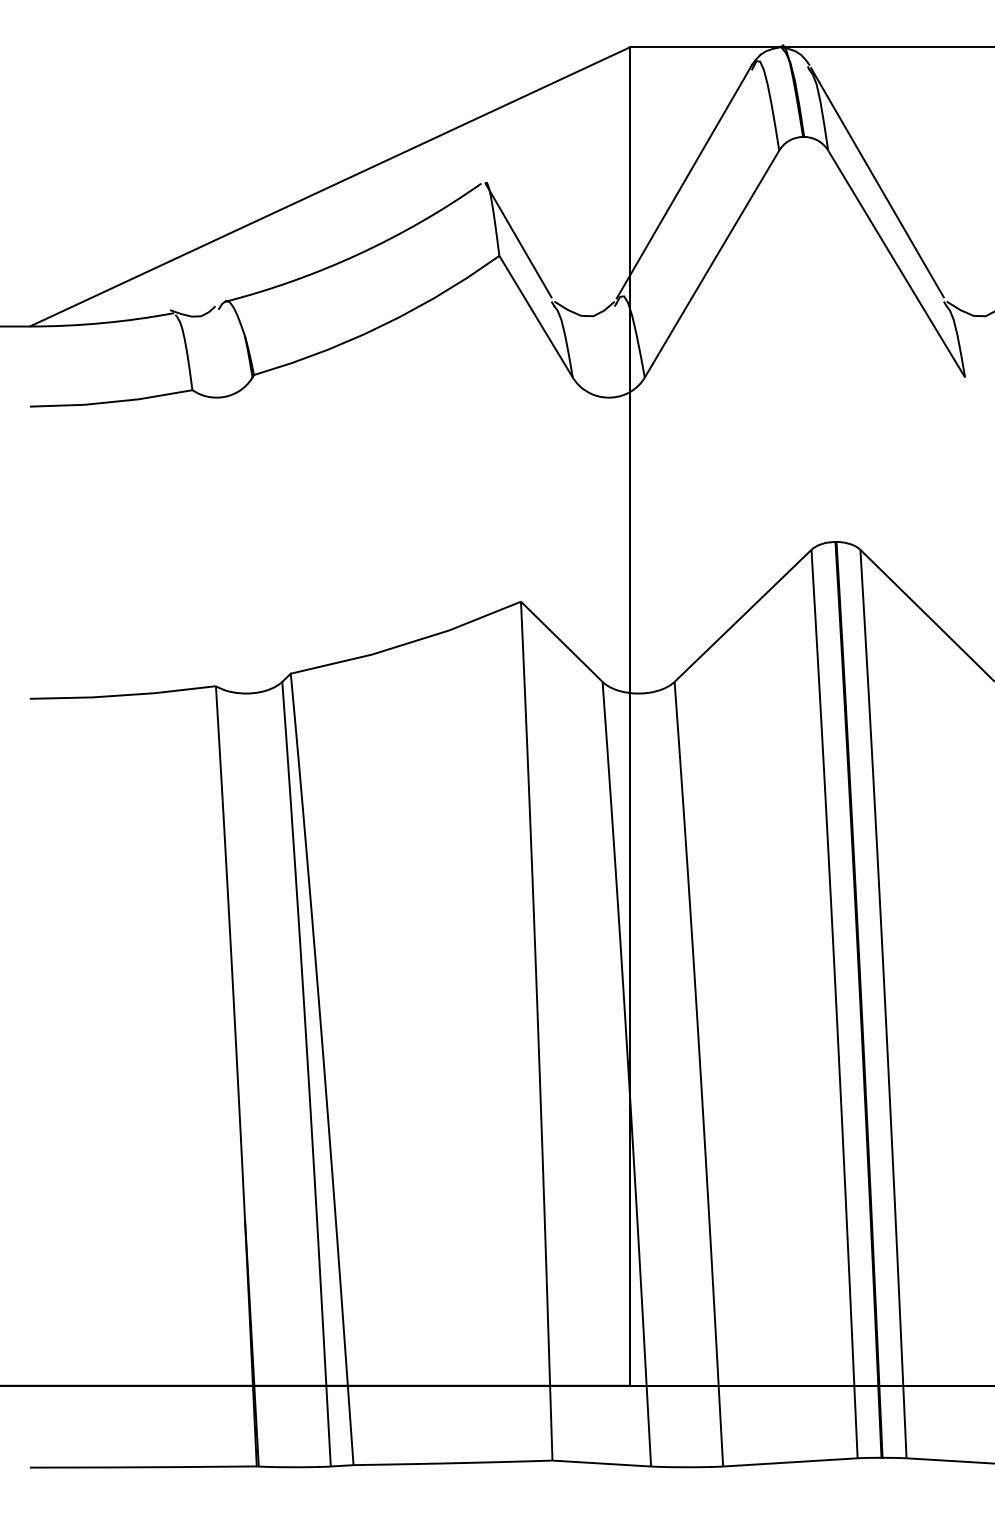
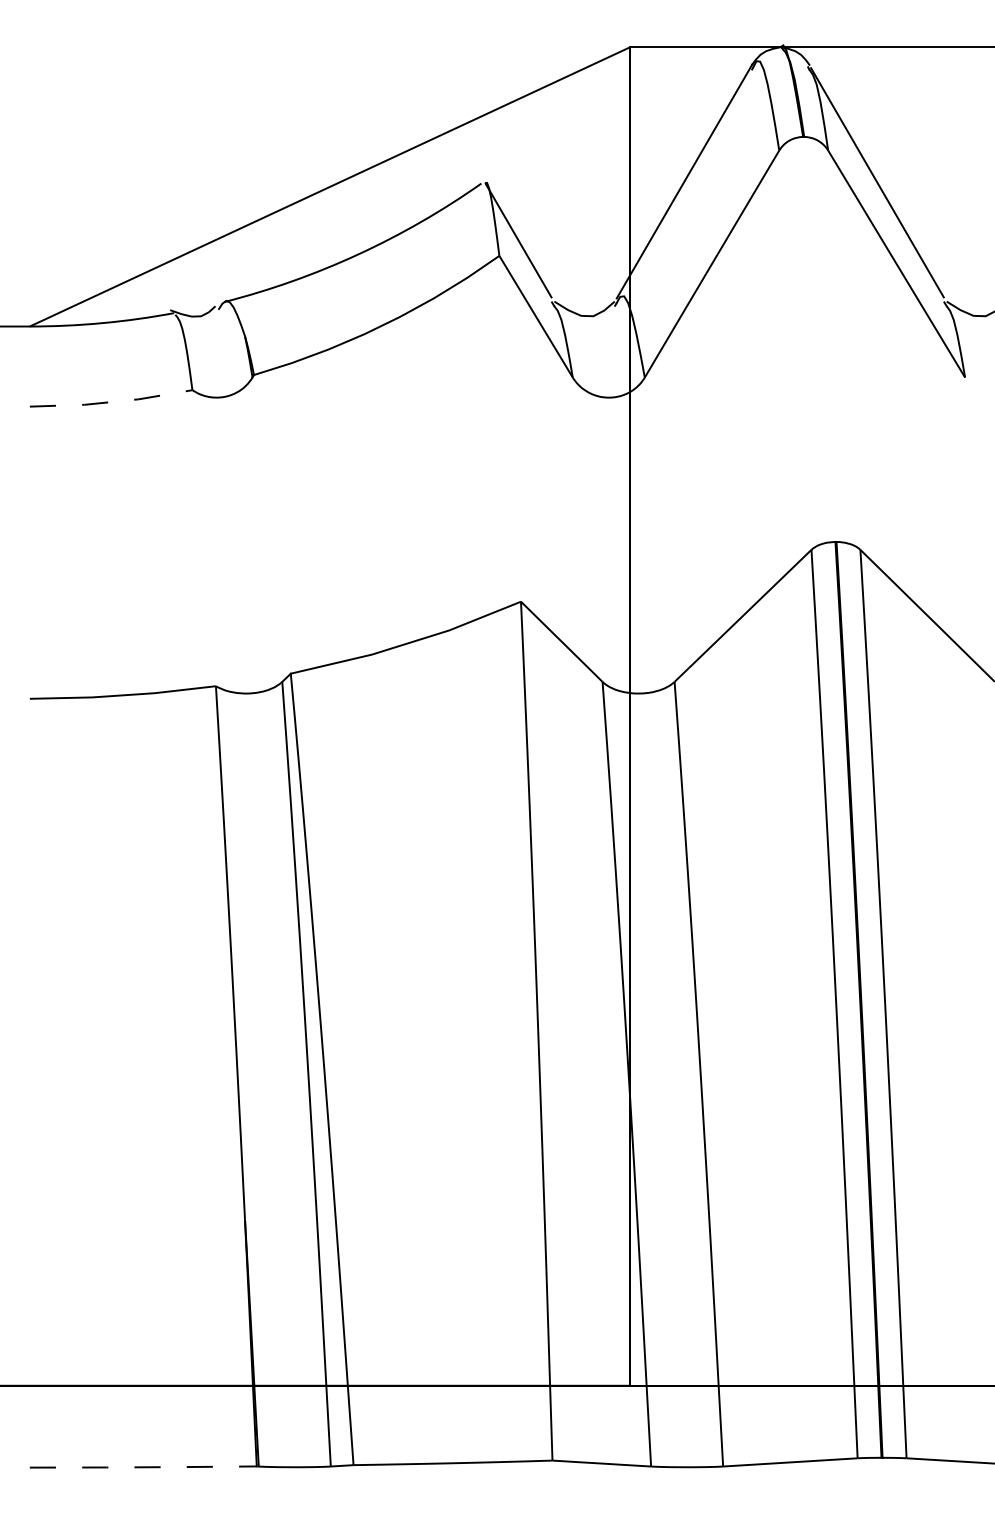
line at (112, 402): solid -> dashed
line at (143, 1467): solid -> dashed
